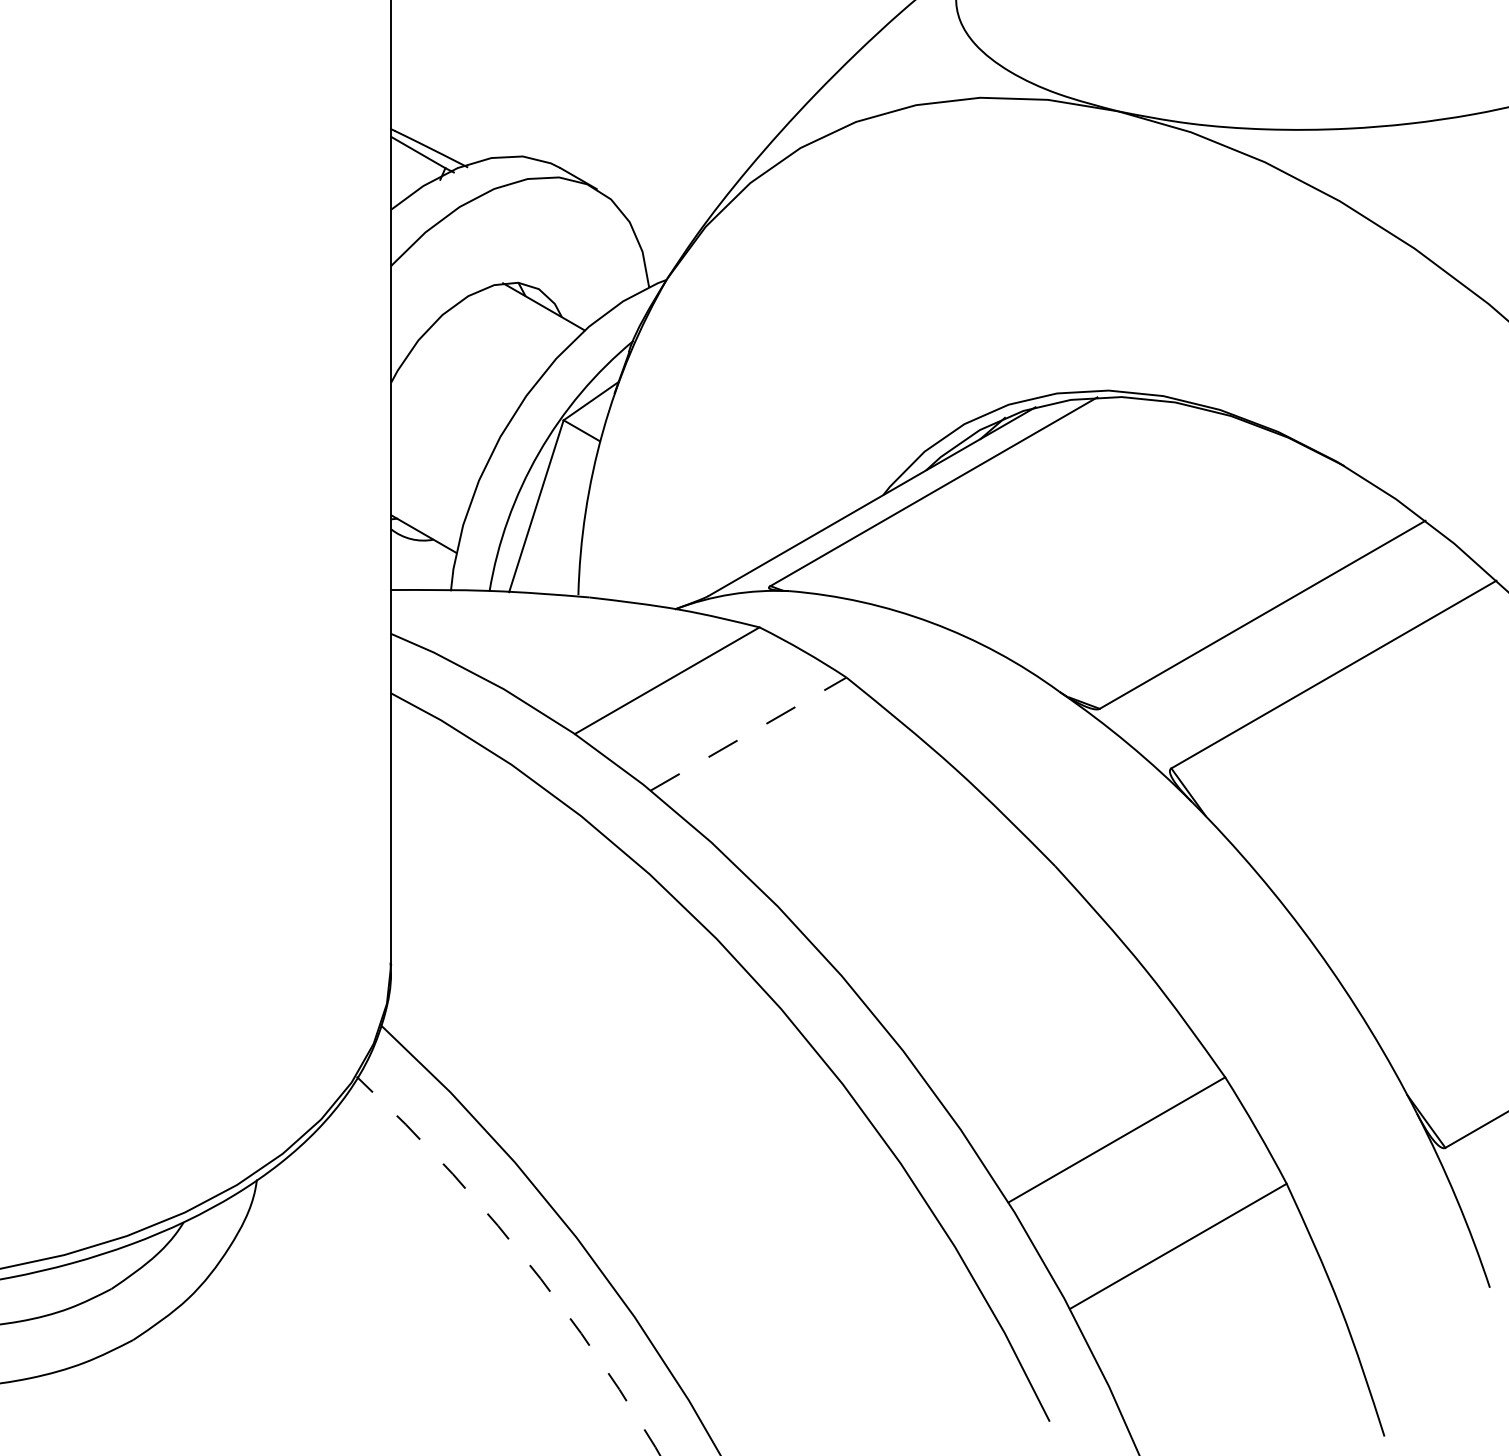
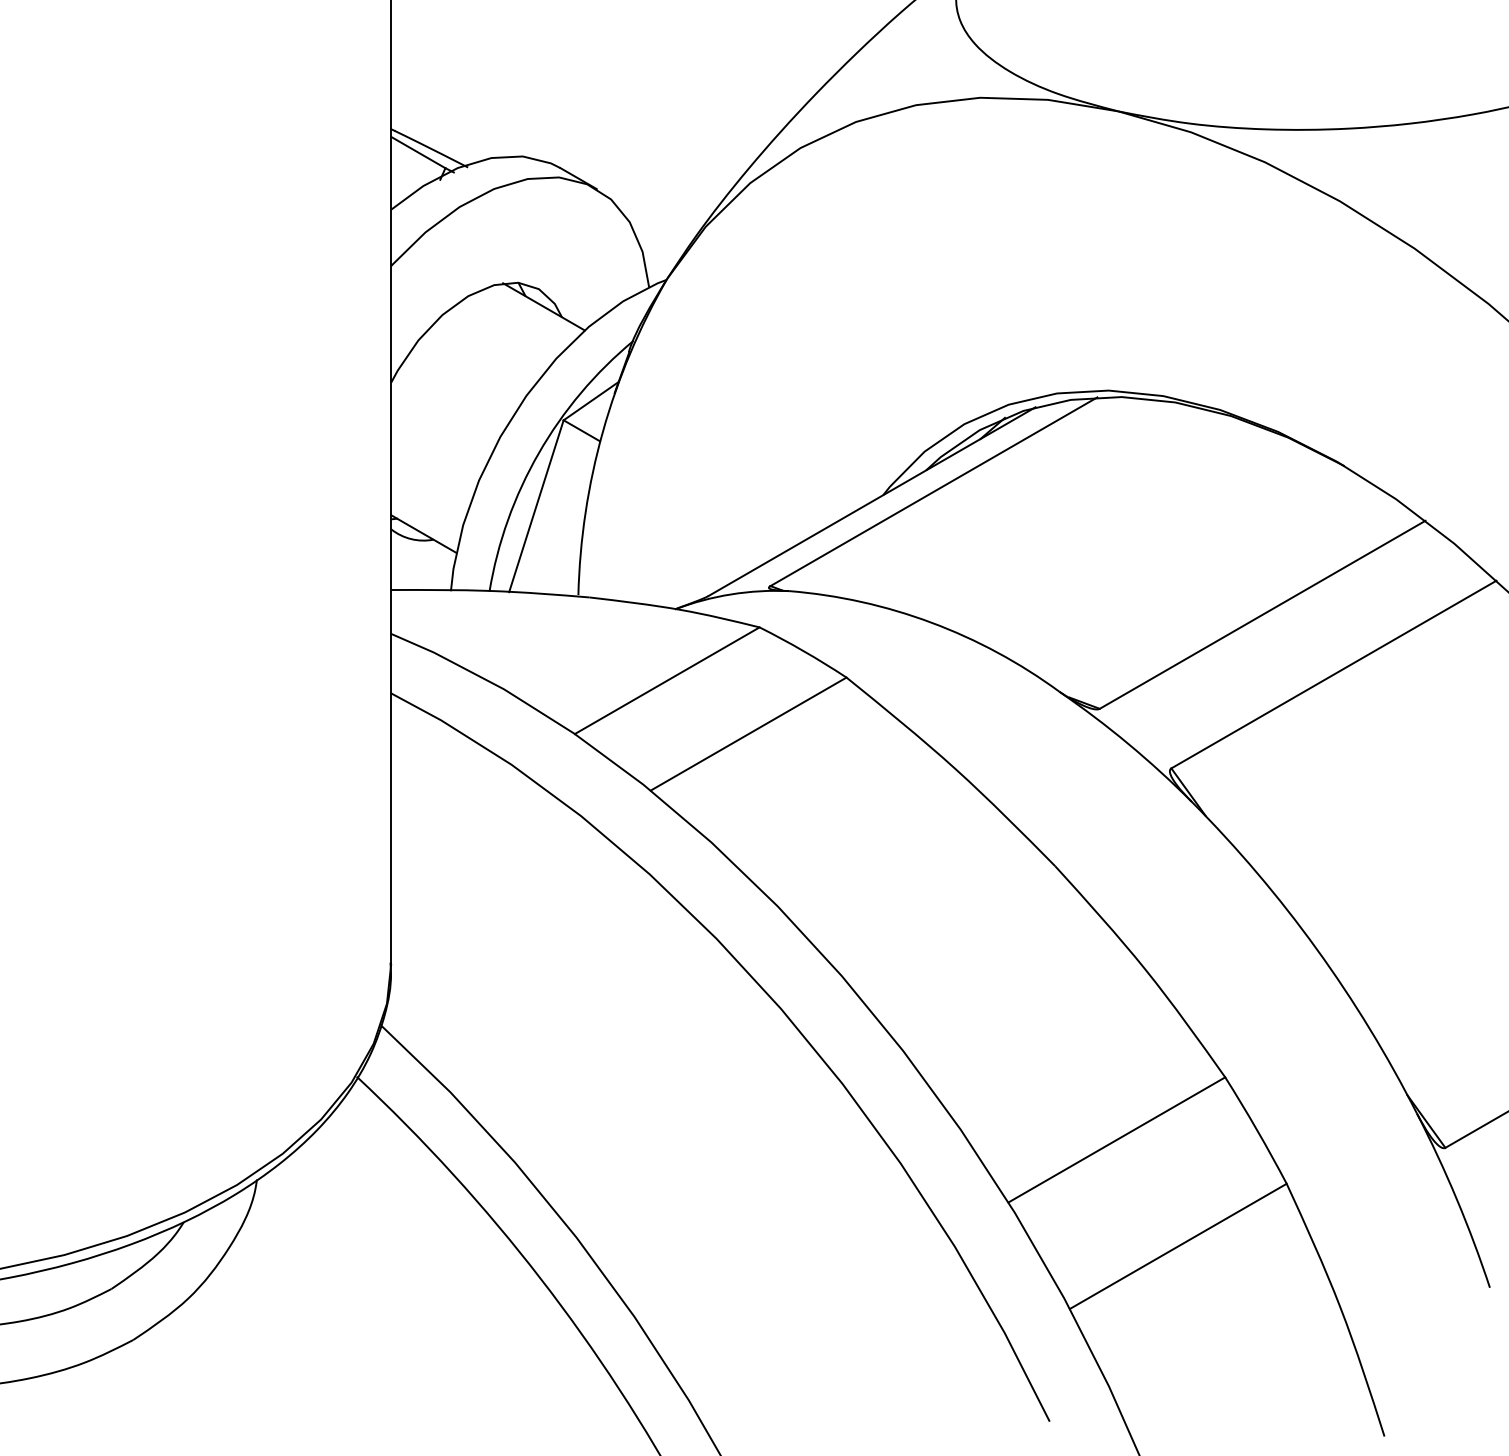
line at (749, 733): dashed -> solid
arc at (521, 1254): dashed -> solid
